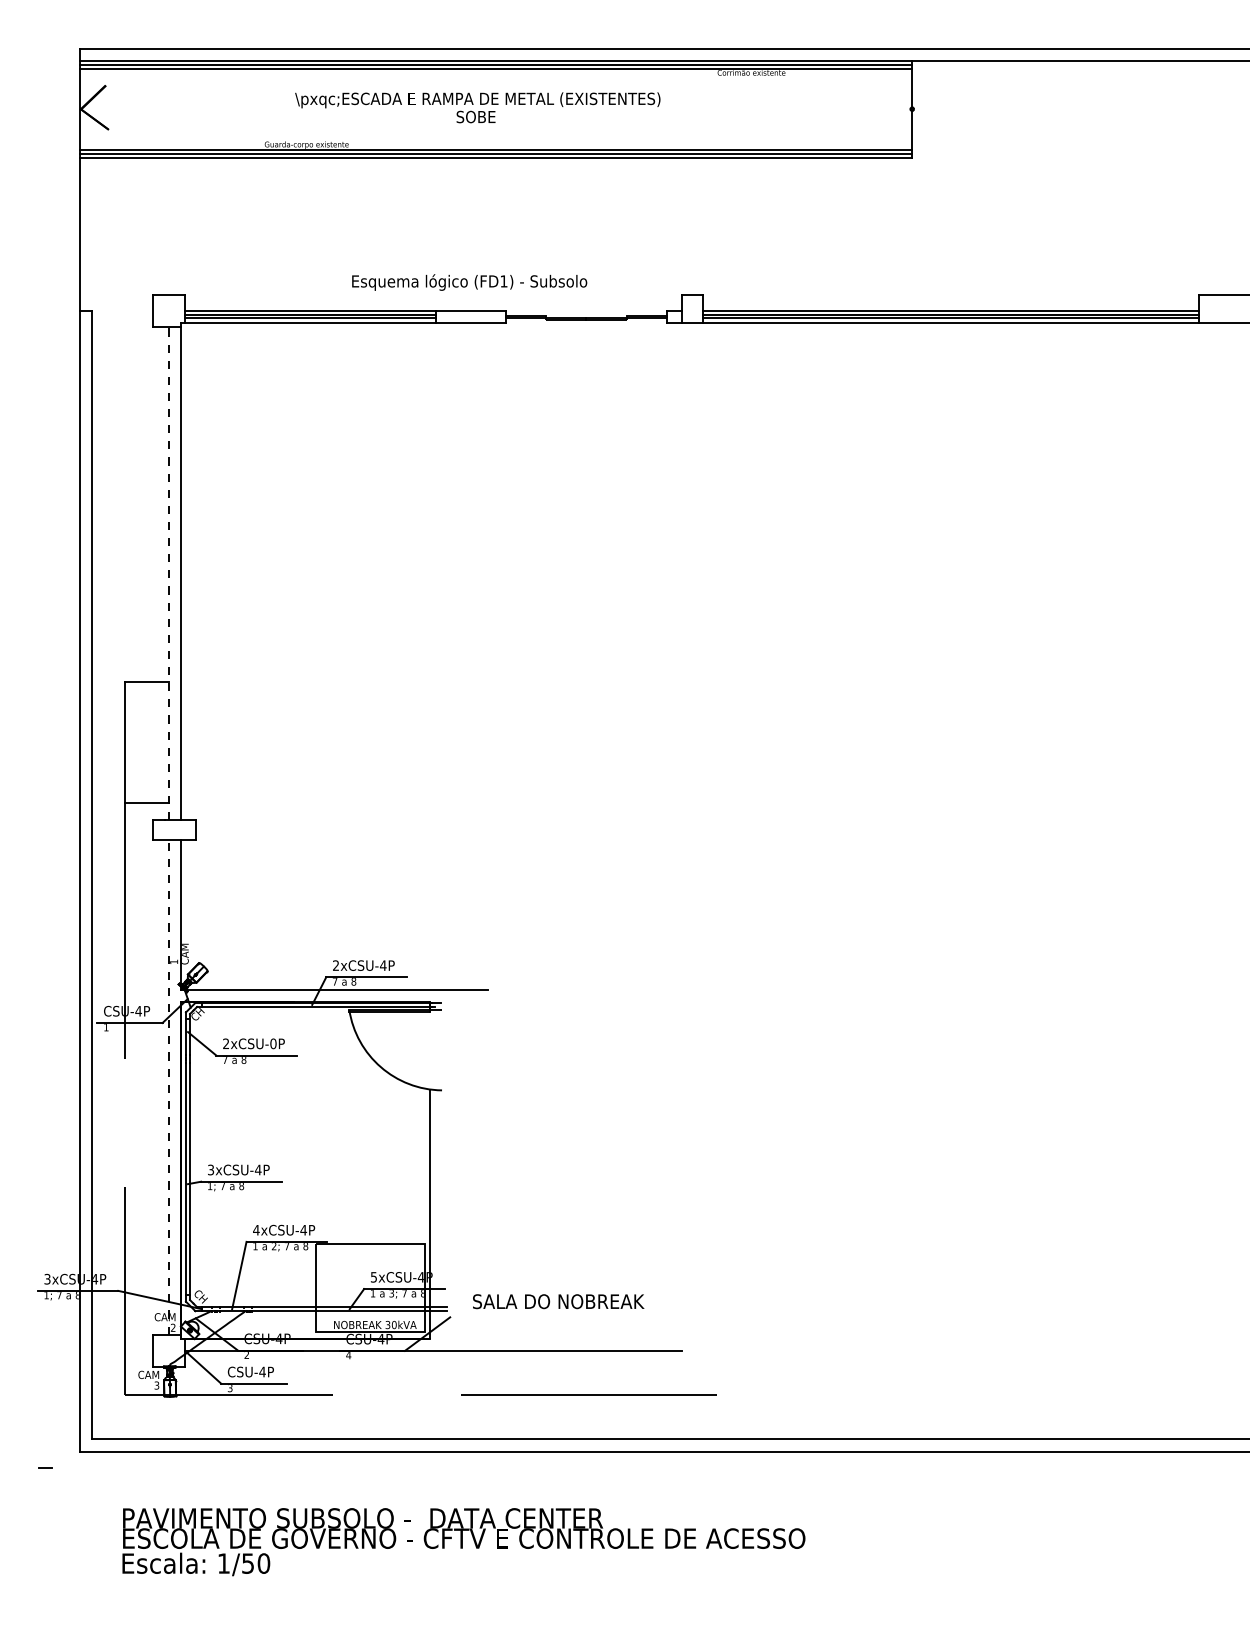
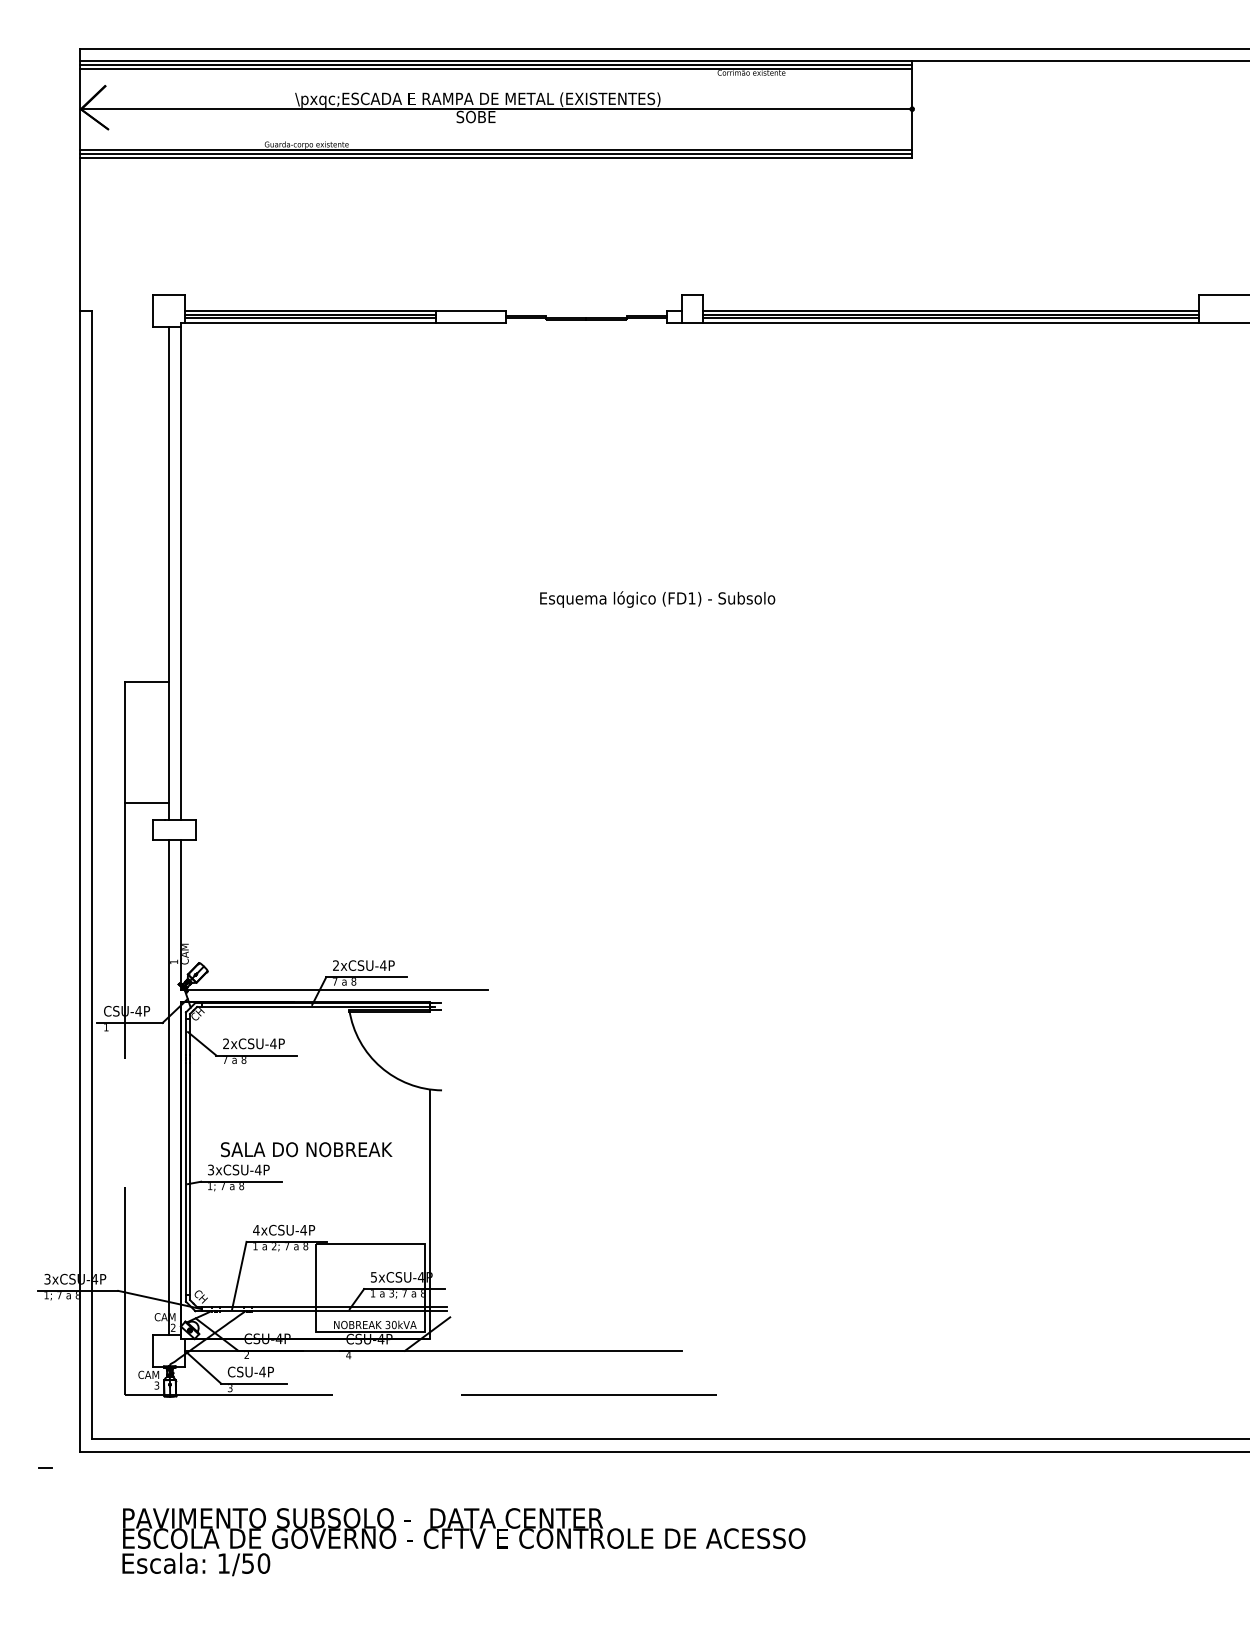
line at (496, 109): none -> present
text at (469, 282) position: (469, 282) -> (657, 599)
line at (169, 573): dashed -> solid
text at (273, 1043): 2xCSU-0P -> 2xCSU-4P
line at (169, 1087): dashed -> solid
text at (558, 1301) position: (558, 1301) -> (306, 1149)
